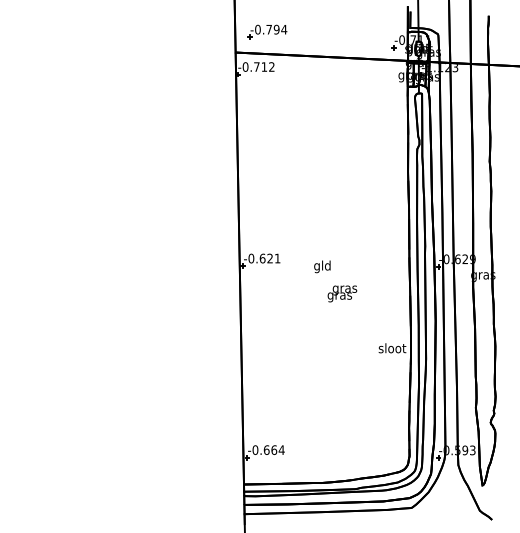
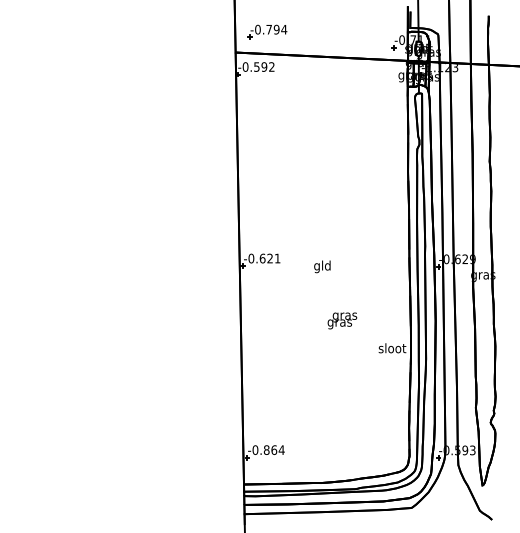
text at (260, 66): -0.712 -> -0.592
text at (342, 293) position: (342, 293) -> (342, 320)
text at (266, 449): -0.664 -> -0.864
